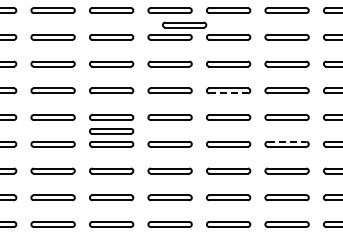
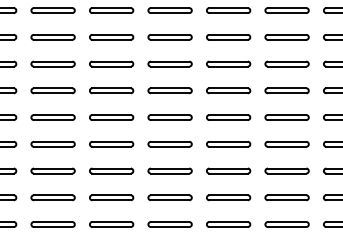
part at (184, 24): present -> none
line at (229, 93): dashed -> solid
part at (111, 131): present -> none
line at (287, 141): dashed -> solid
